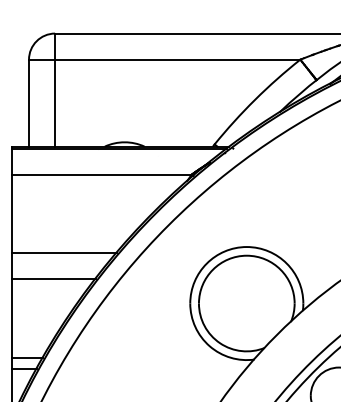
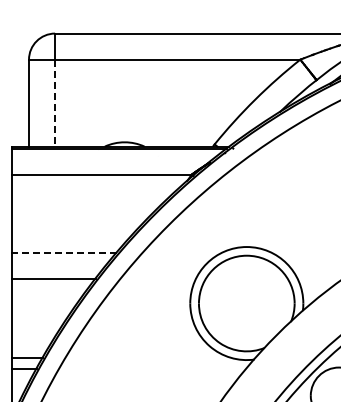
line at (55, 103): solid -> dashed
line at (64, 253): solid -> dashed
